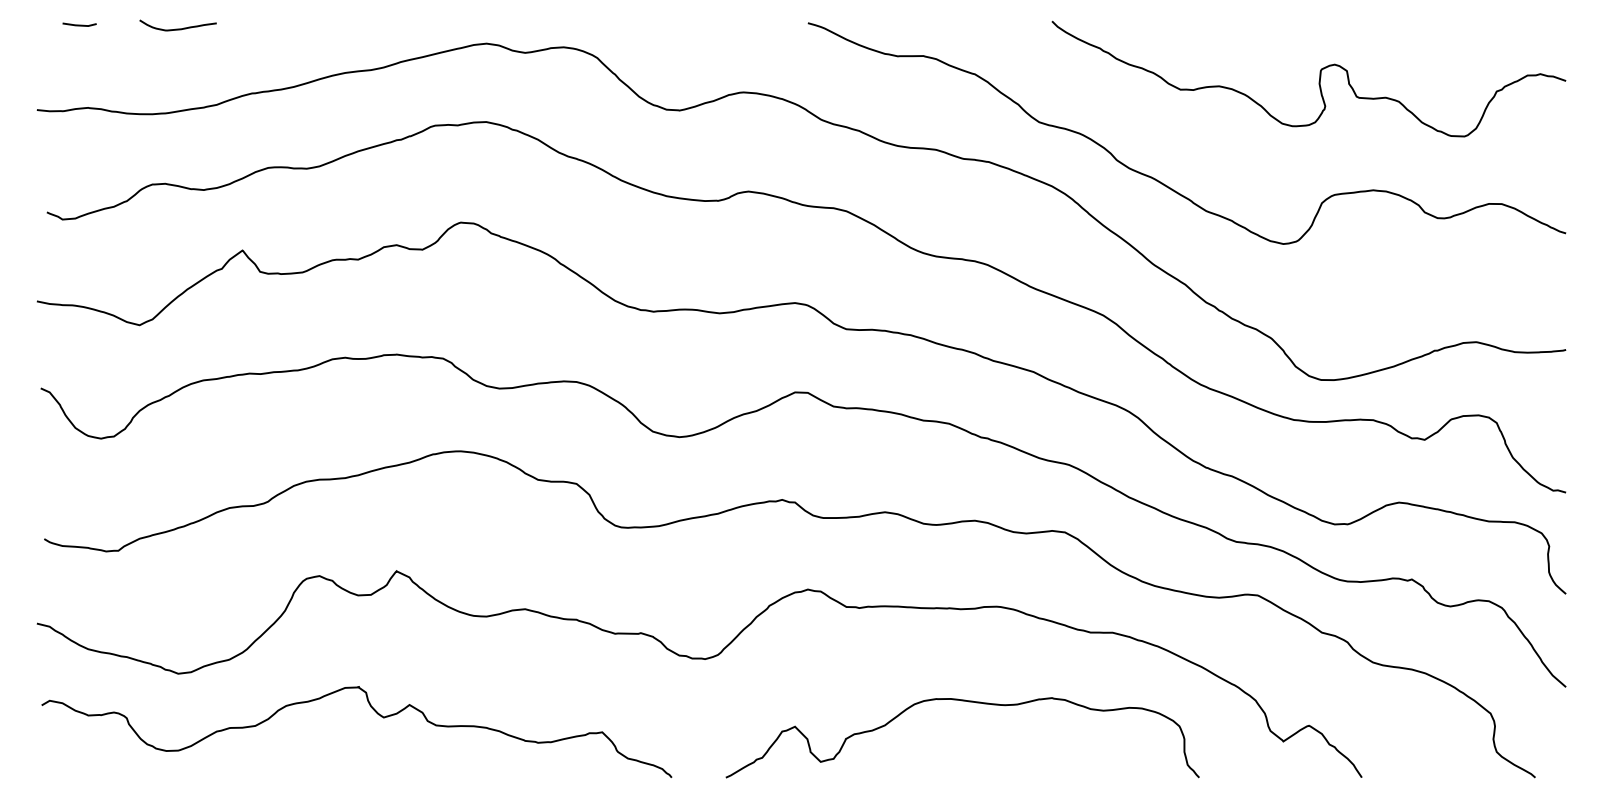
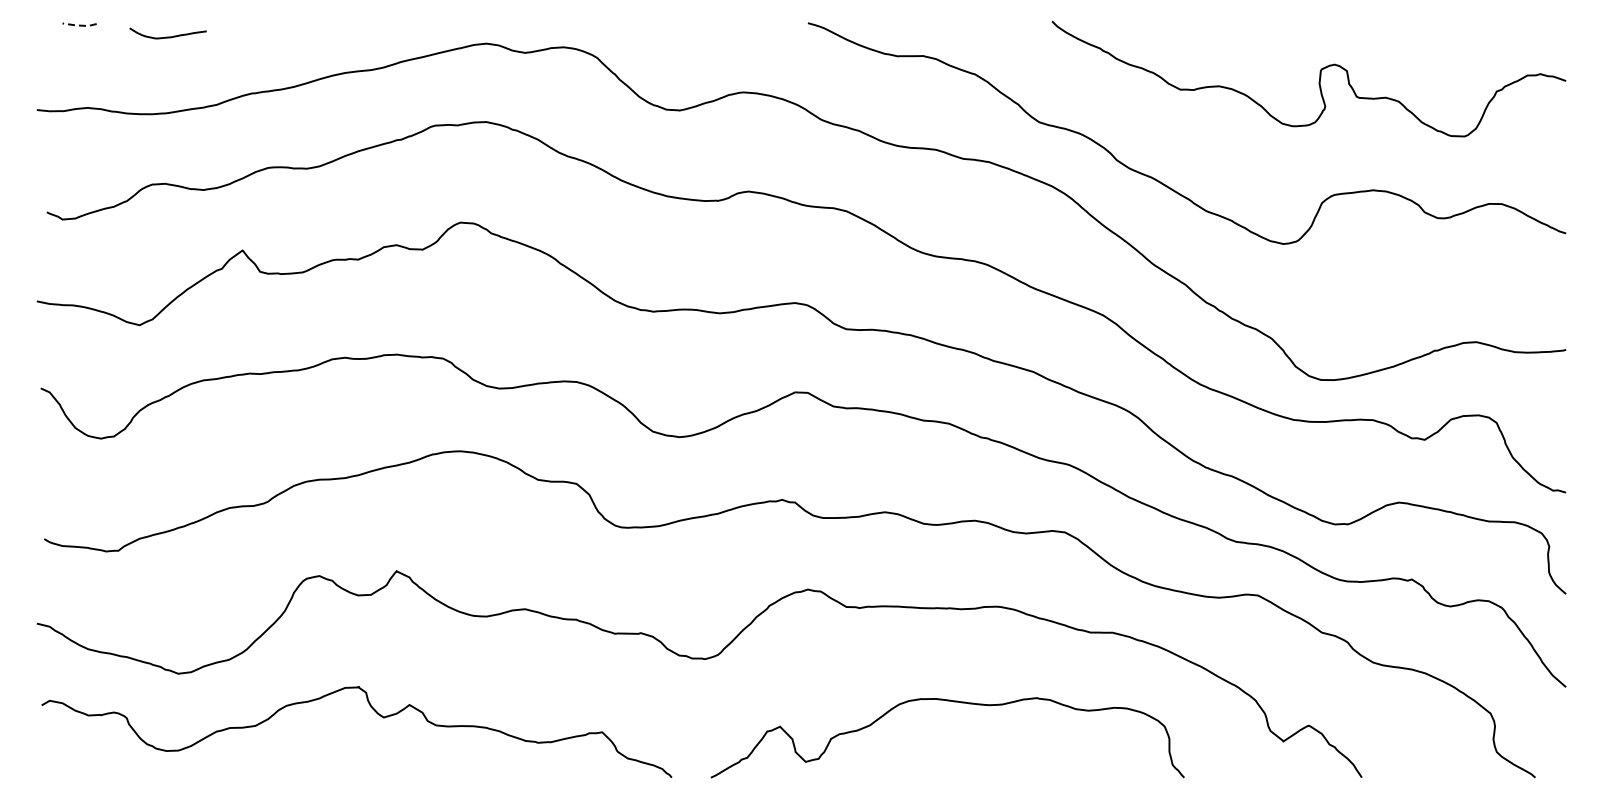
line at (79, 25): solid -> dashed
curve at (177, 28) position: (177, 28) -> (167, 36)
curve at (968, 702) position: (968, 702) -> (953, 702)
